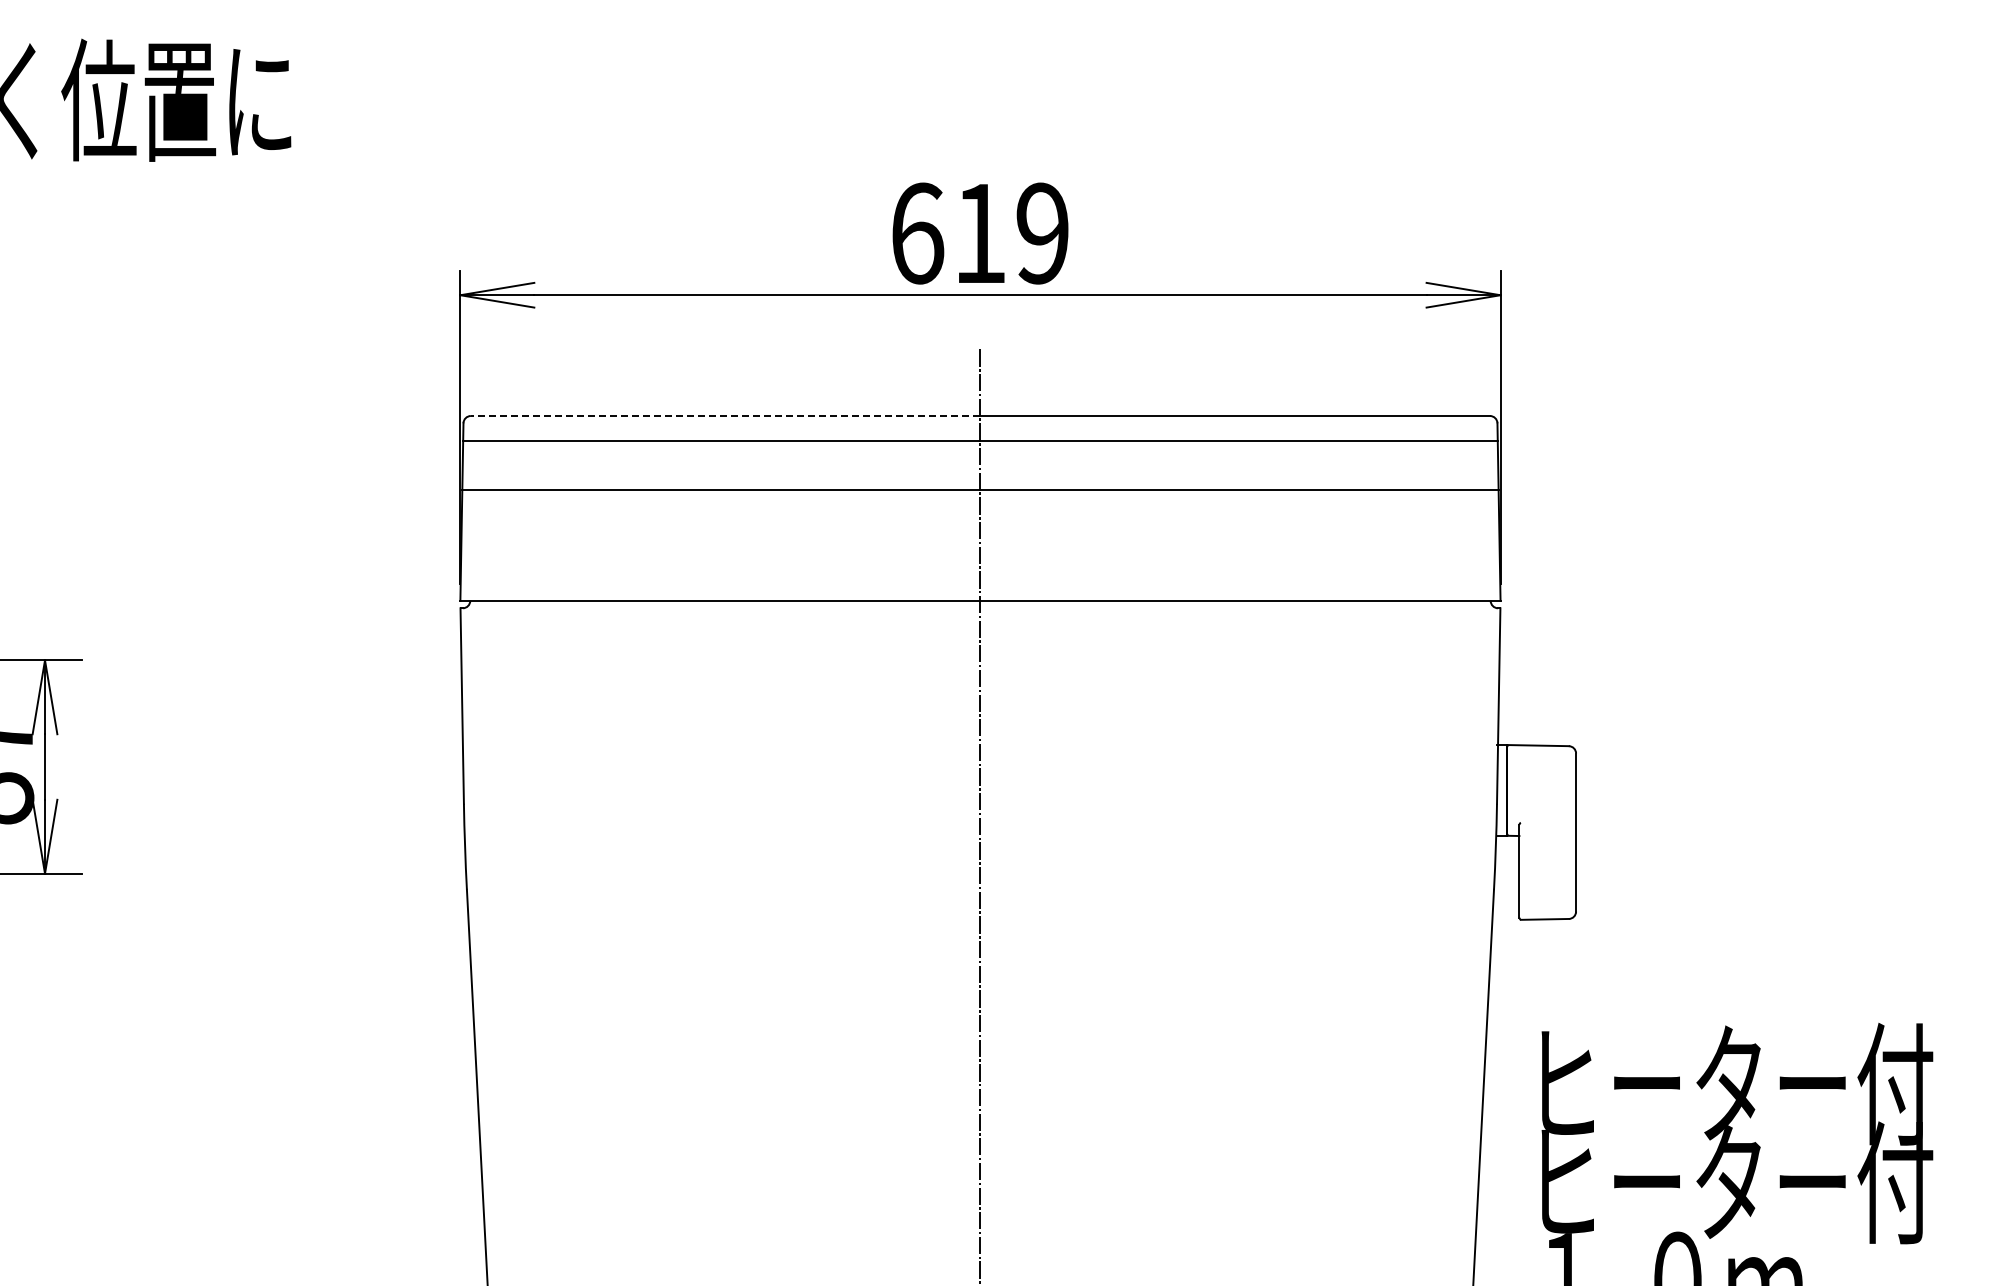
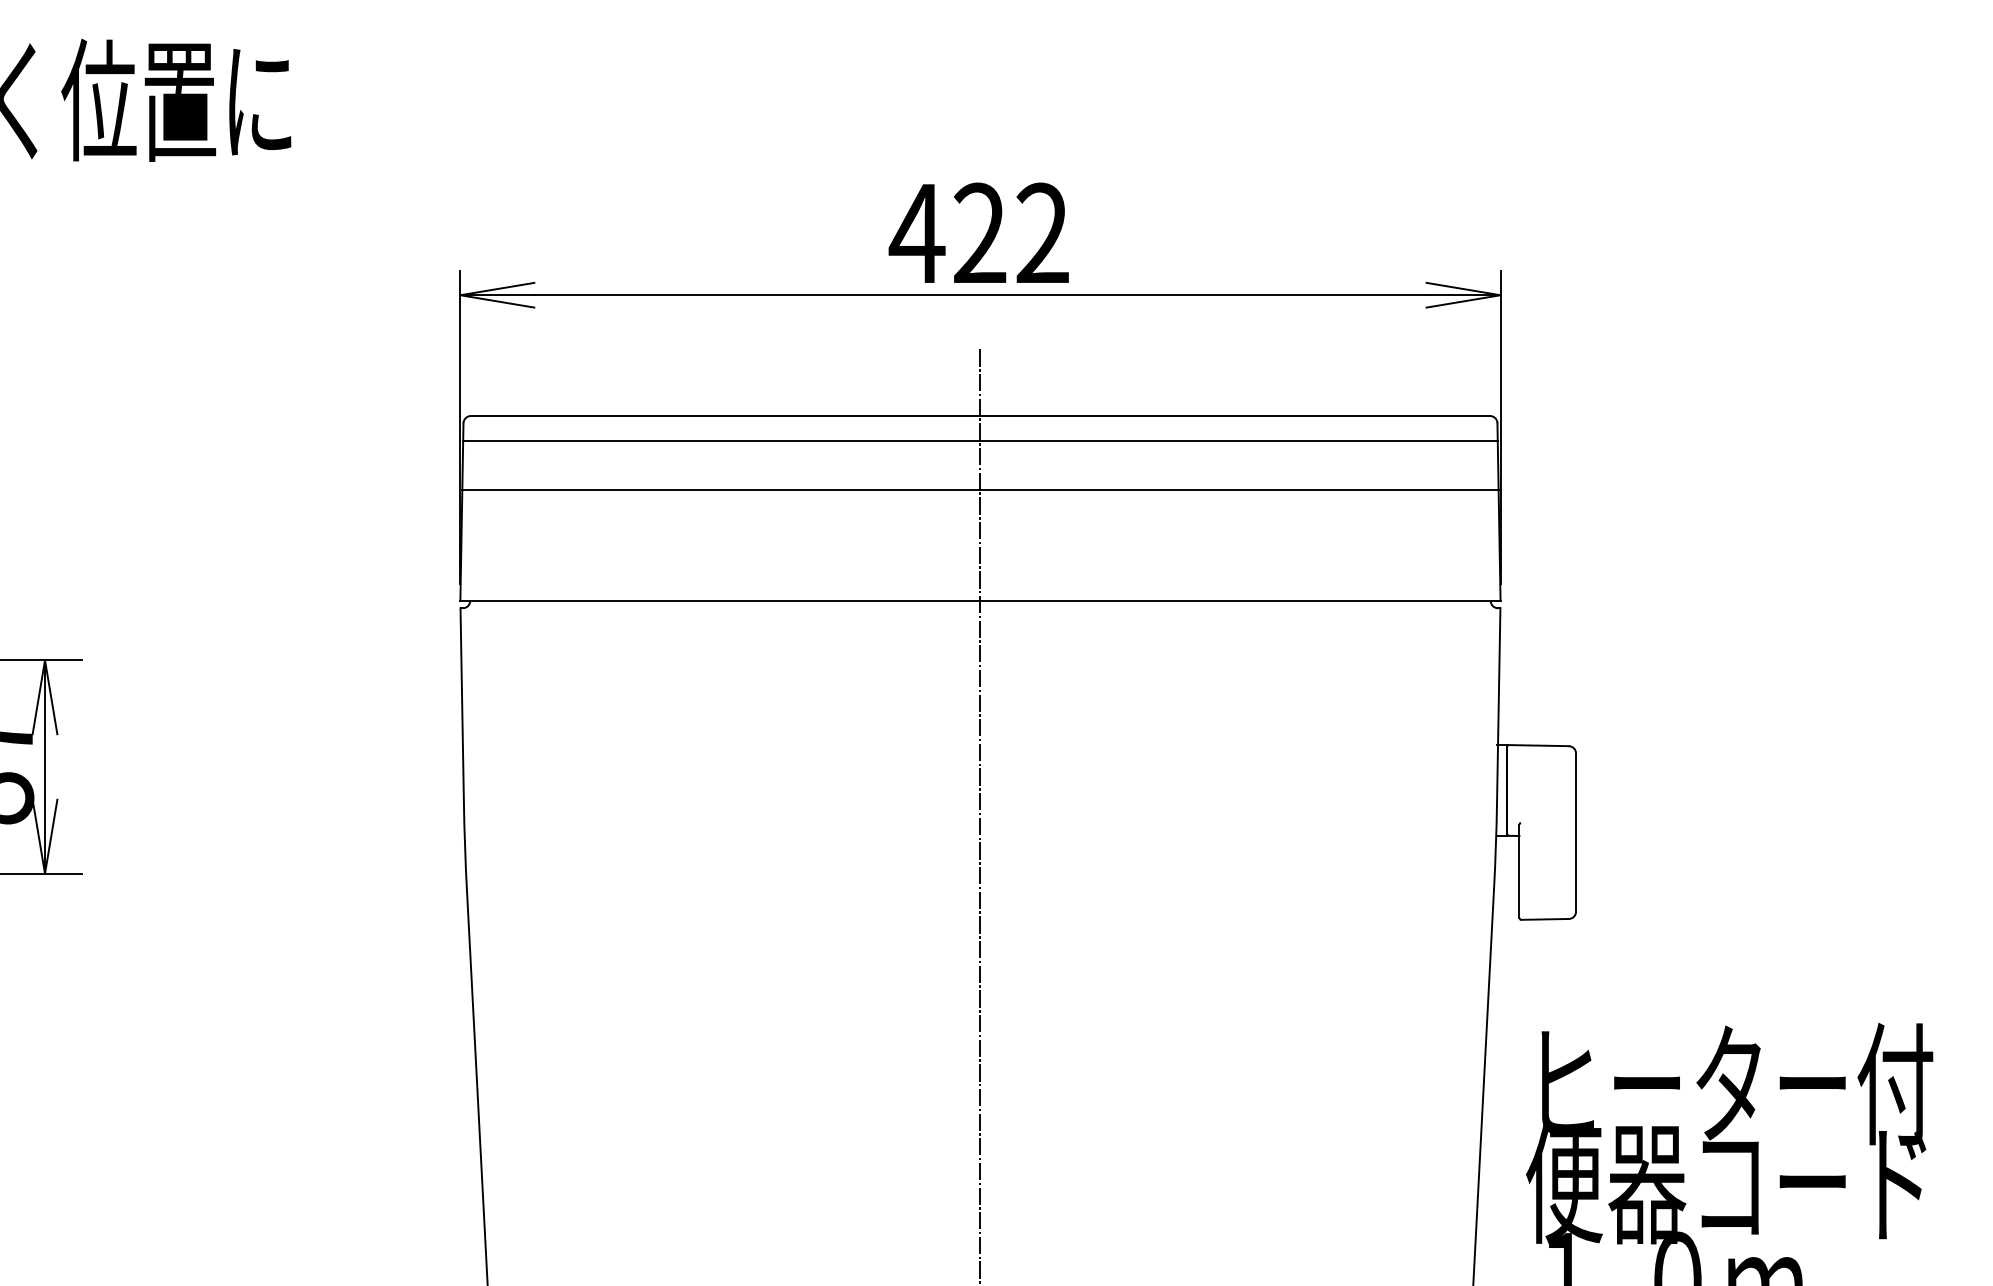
text at (978, 233): 619 -> 422
line at (725, 416): dashed -> solid
text at (1729, 1182): ヒーター付 -> 便器コード
